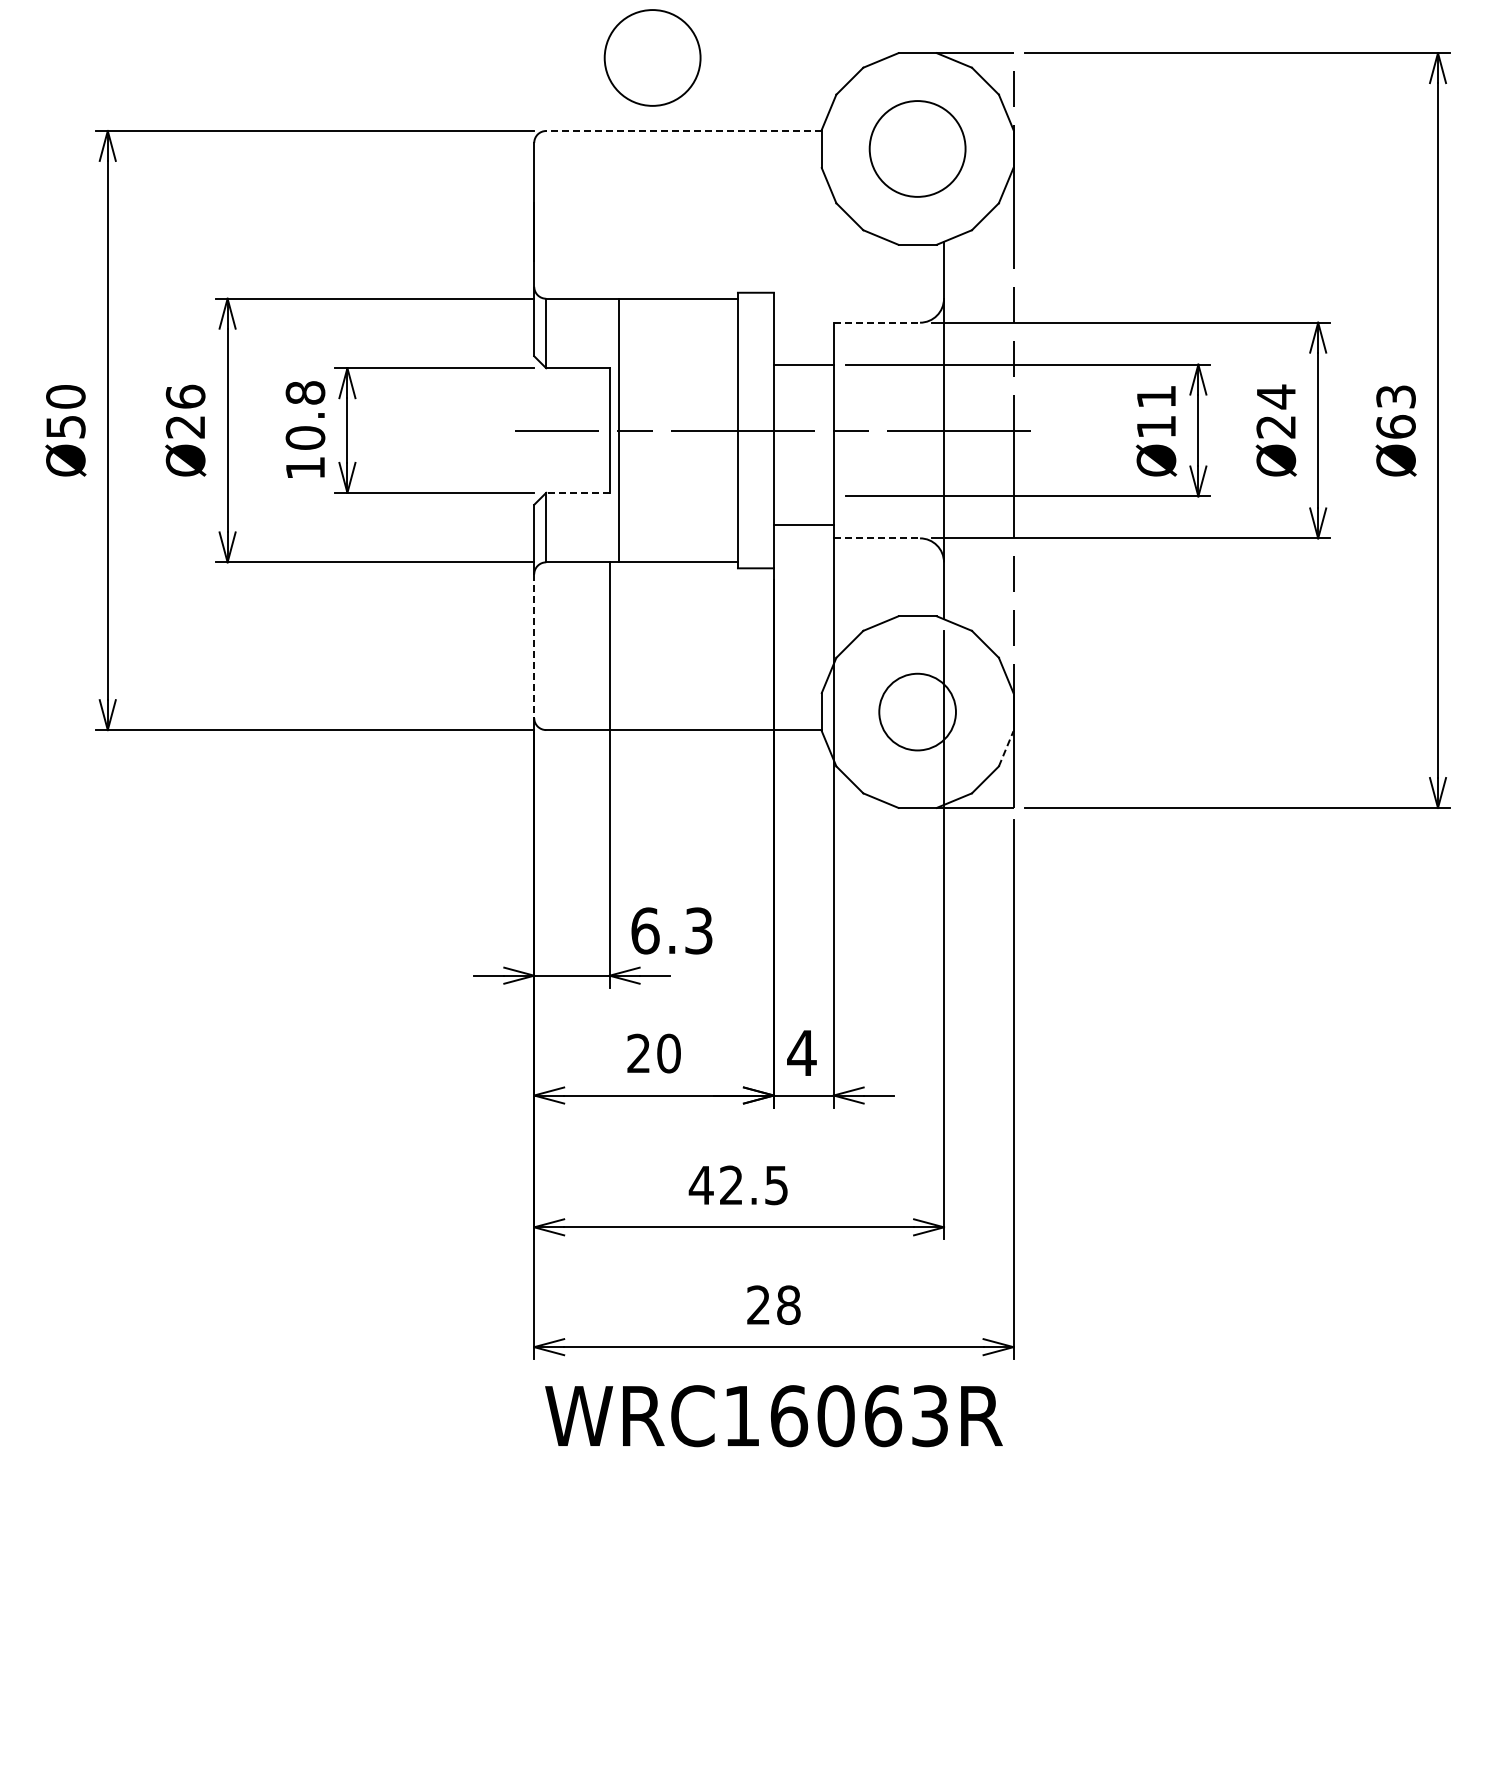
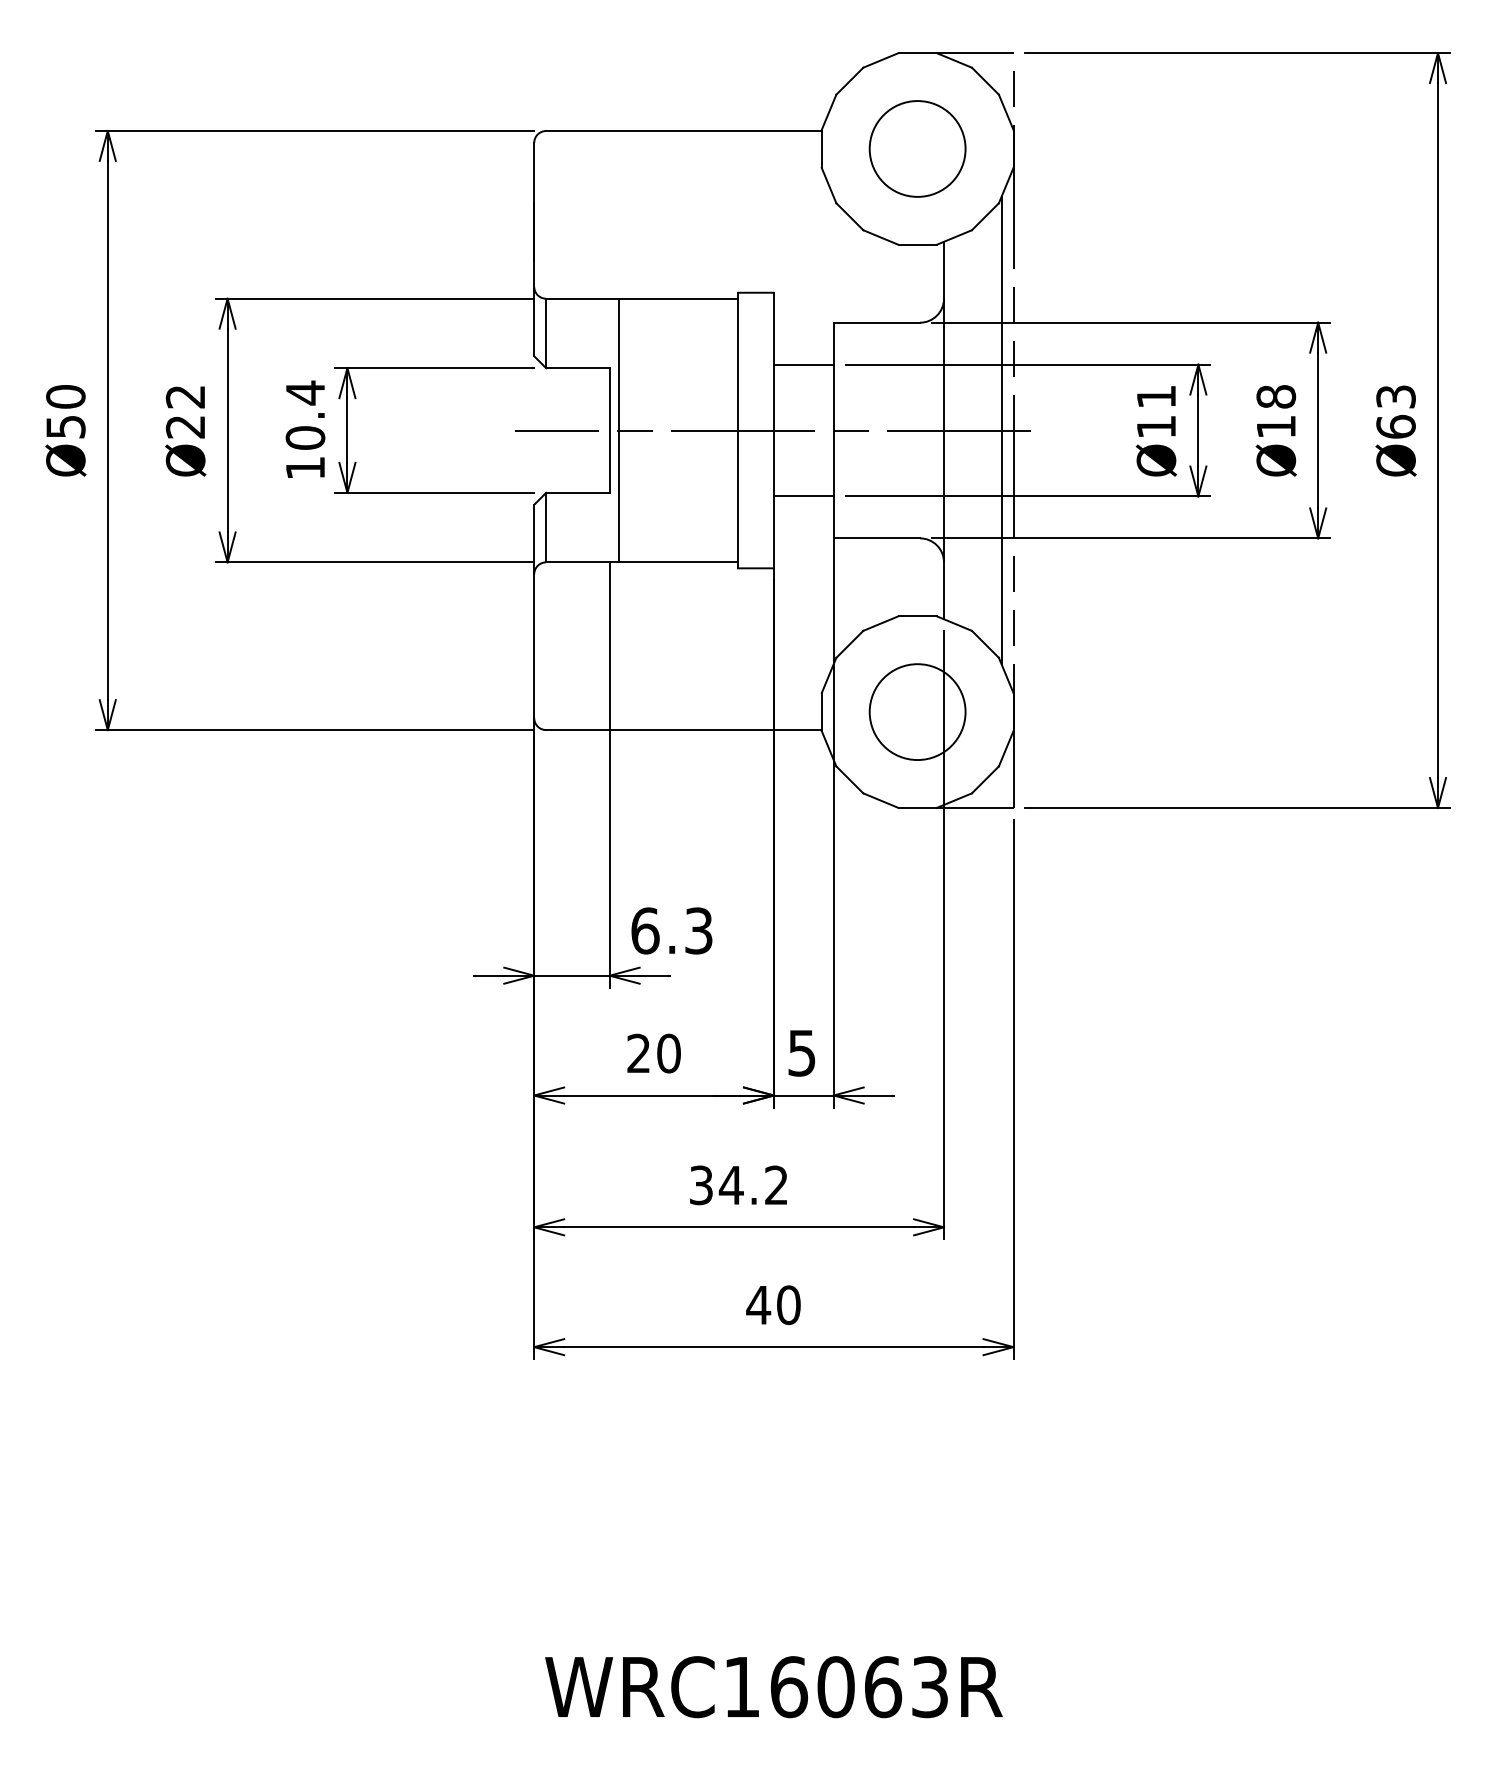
circle at (652, 57): present -> none
line at (684, 131): dashed -> solid
line at (877, 322): dashed -> solid
text at (305, 392): 10.8 -> 10.4
text at (185, 396): Ø26 -> Ø22
text at (1276, 411): Ø24 -> Ø18
line at (1001, 430): none -> present
line at (577, 492): dashed -> solid
line at (803, 525) position: (803, 525) -> (803, 496)
line at (877, 538): dashed -> solid
line at (534, 646): dashed -> solid
circle at (917, 711) diameter: 77 px -> 96 px
line at (1006, 748): dashed -> solid
text at (801, 1053): 4 -> 5
text at (737, 1185): 42.5 -> 34.2
text at (773, 1304): 28 -> 40
text at (773, 1416) position: (773, 1416) -> (773, 1687)
